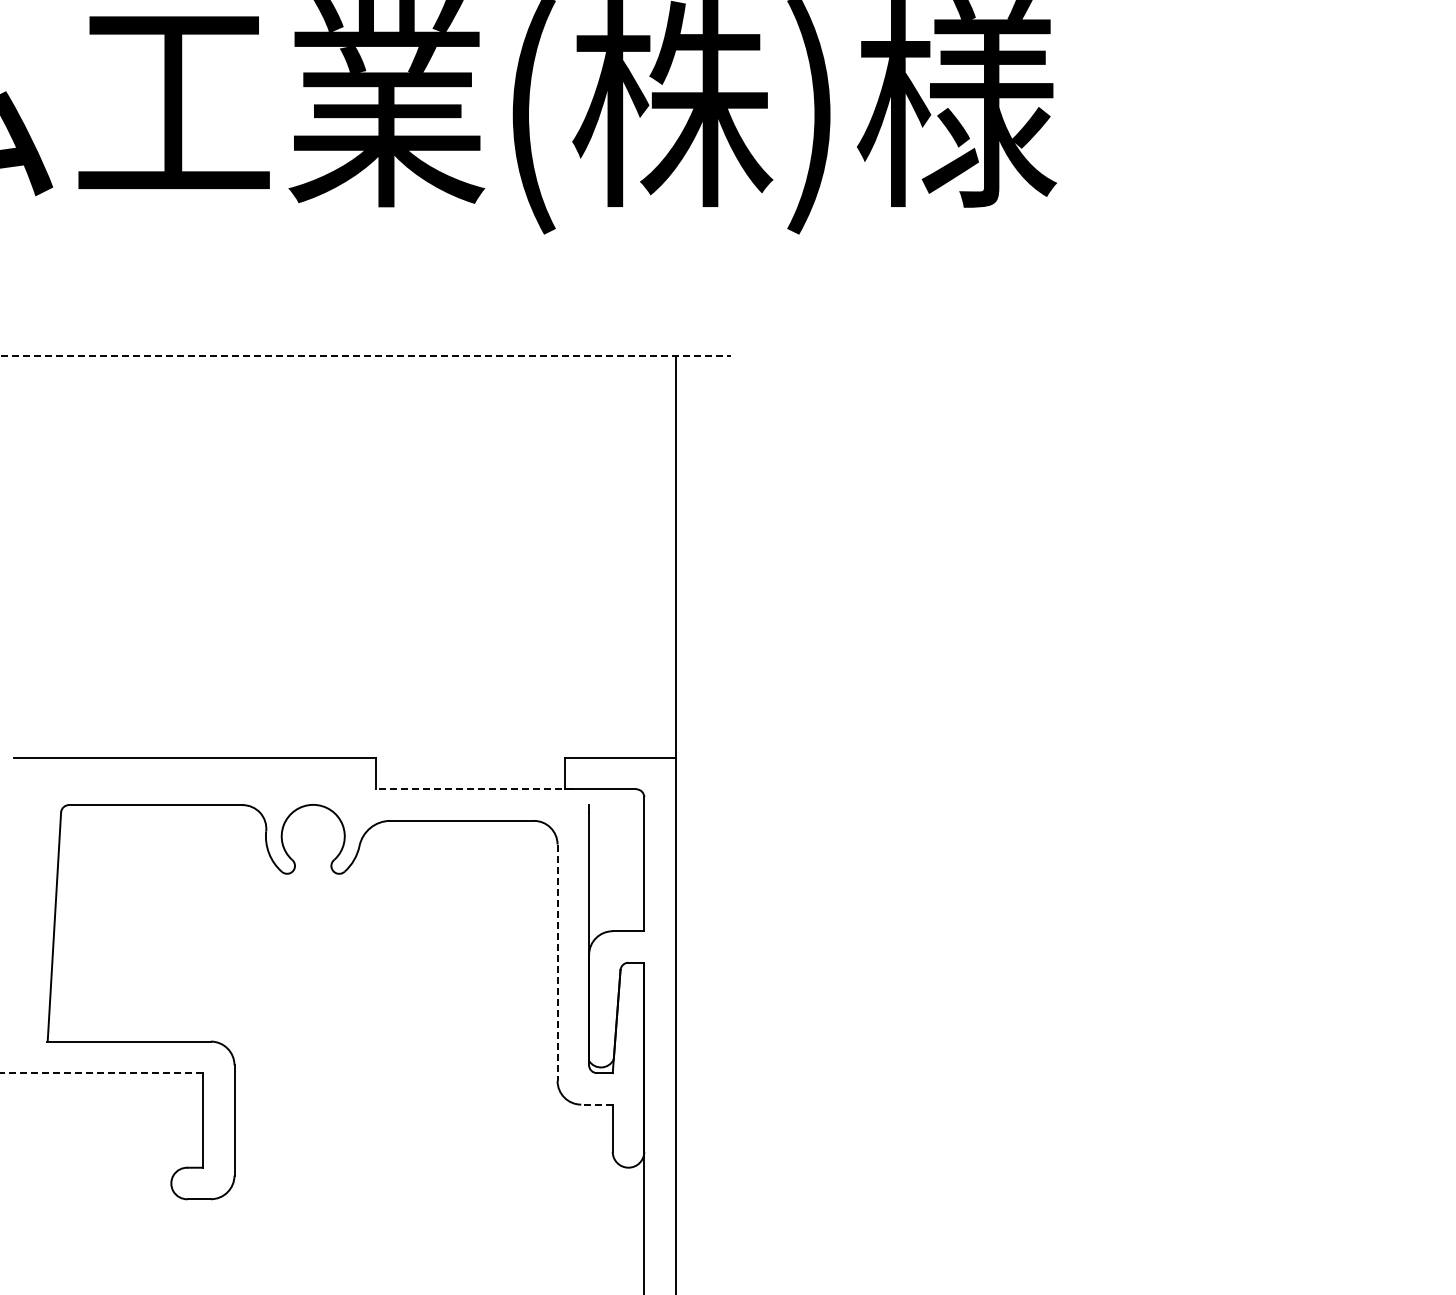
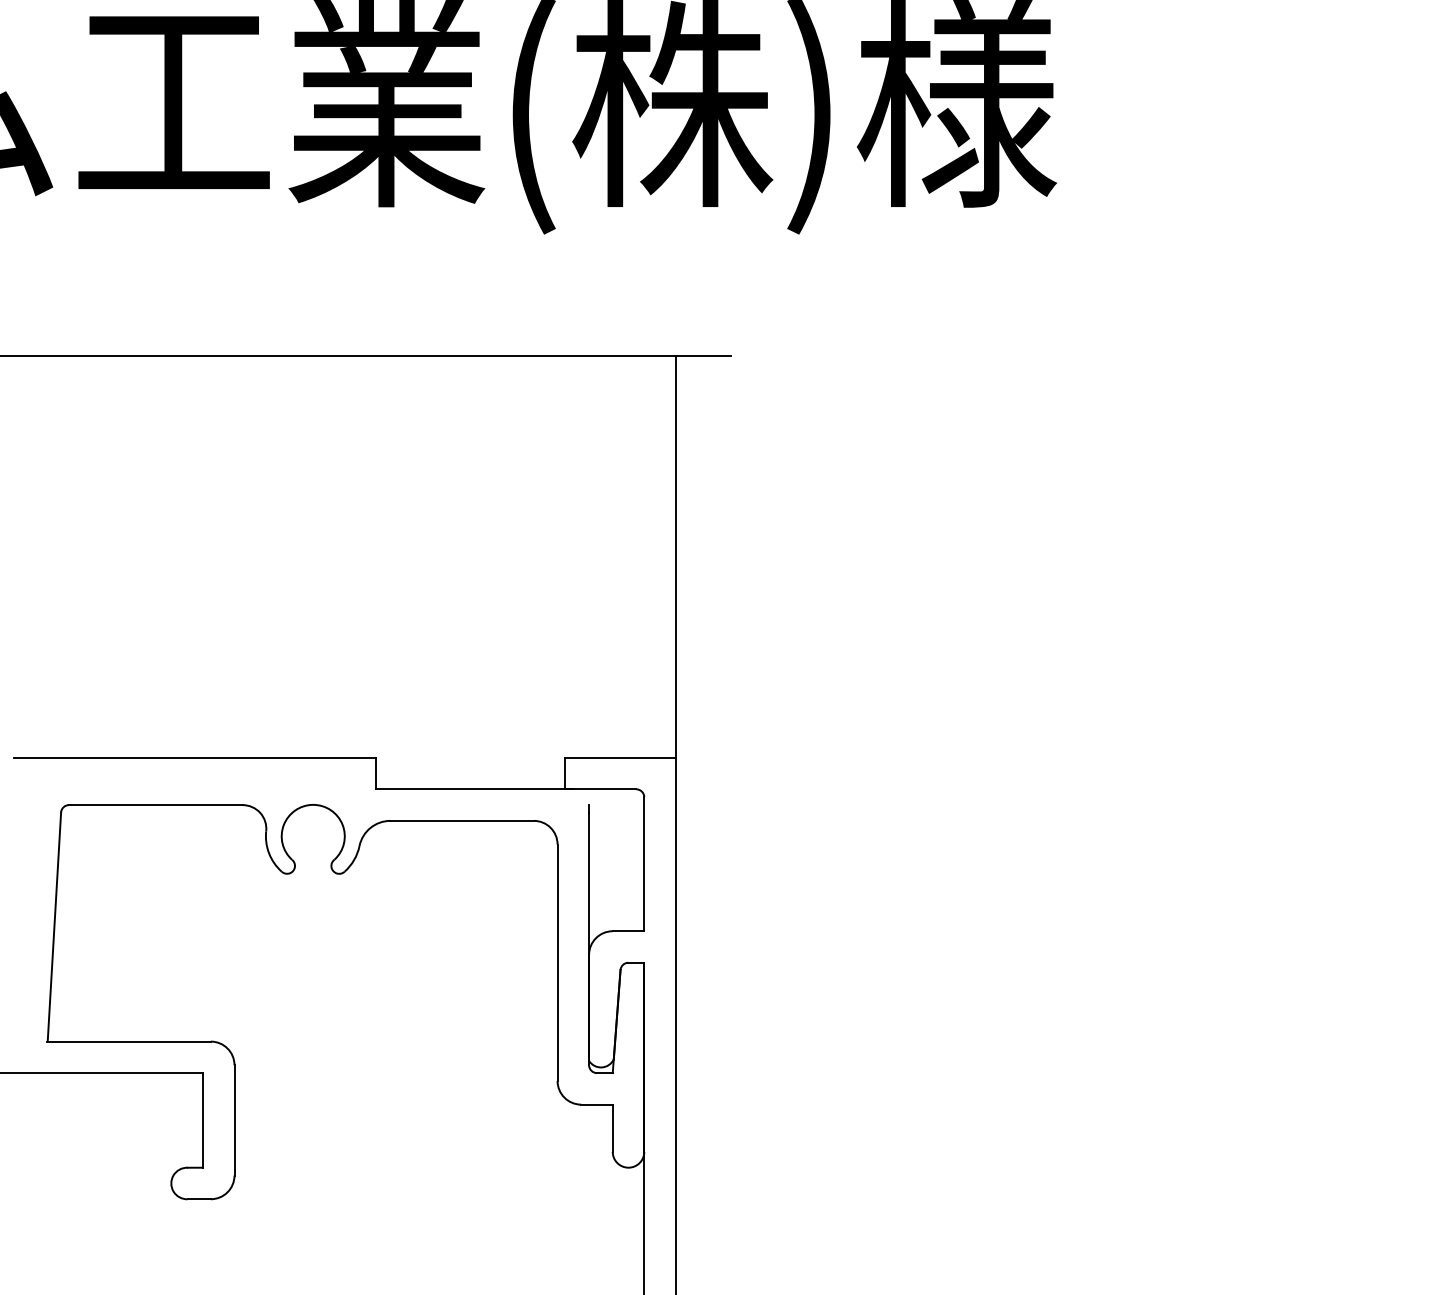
line at (366, 355): dashed -> solid
line at (474, 789): dashed -> solid
line at (557, 963): dashed -> solid
line at (102, 1073): dashed -> solid
line at (596, 1104): dashed -> solid
